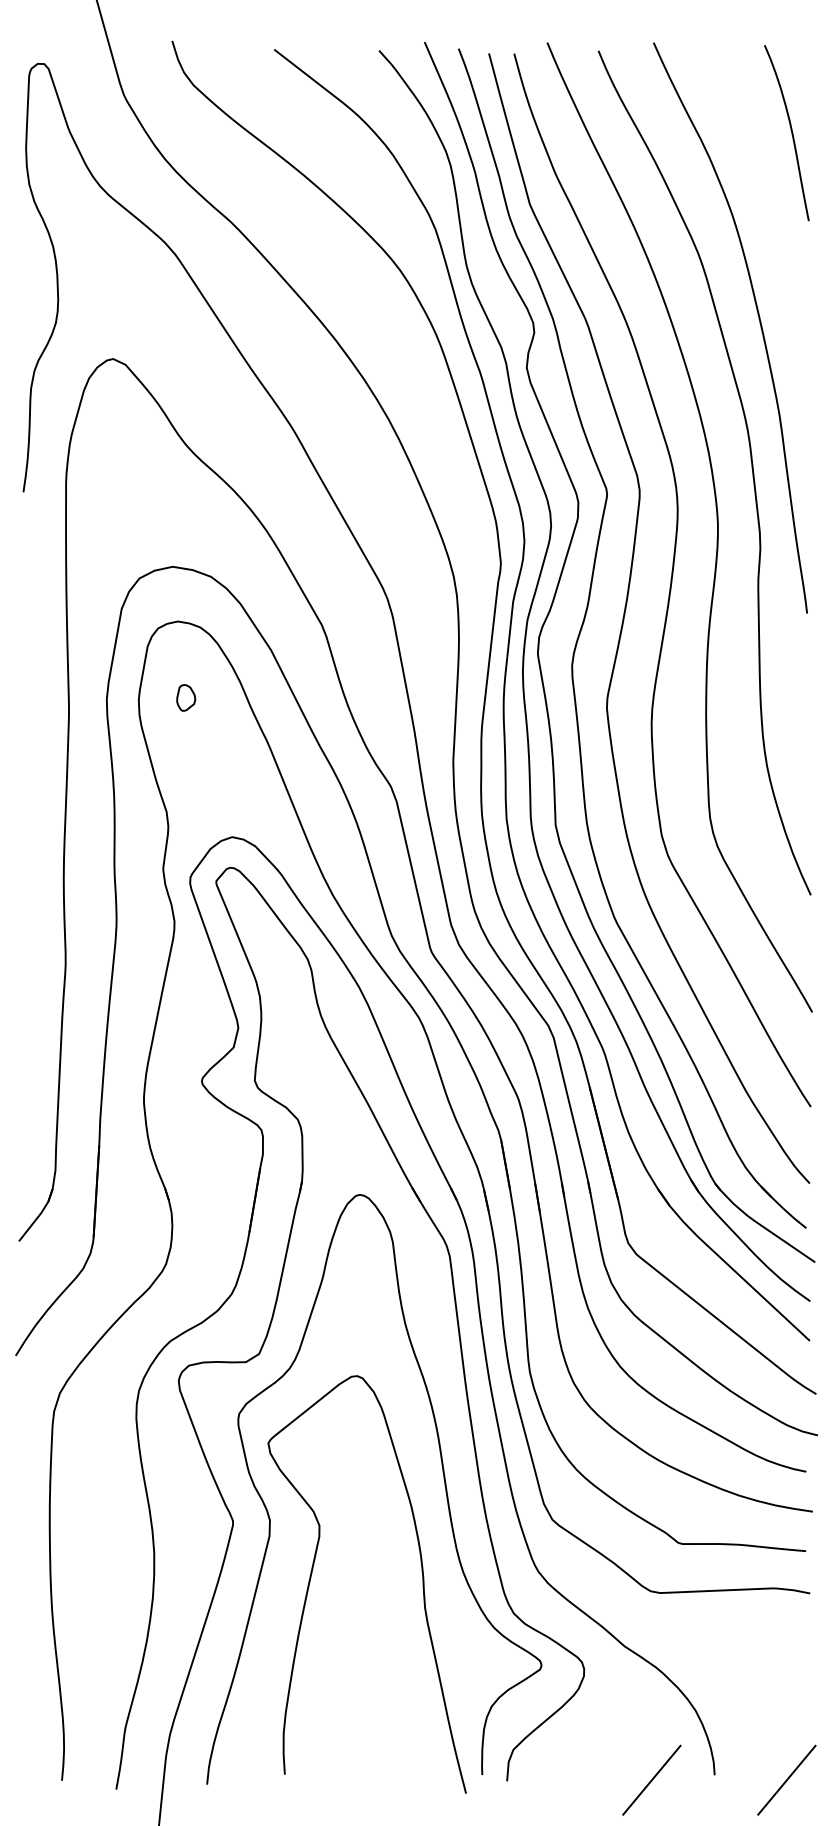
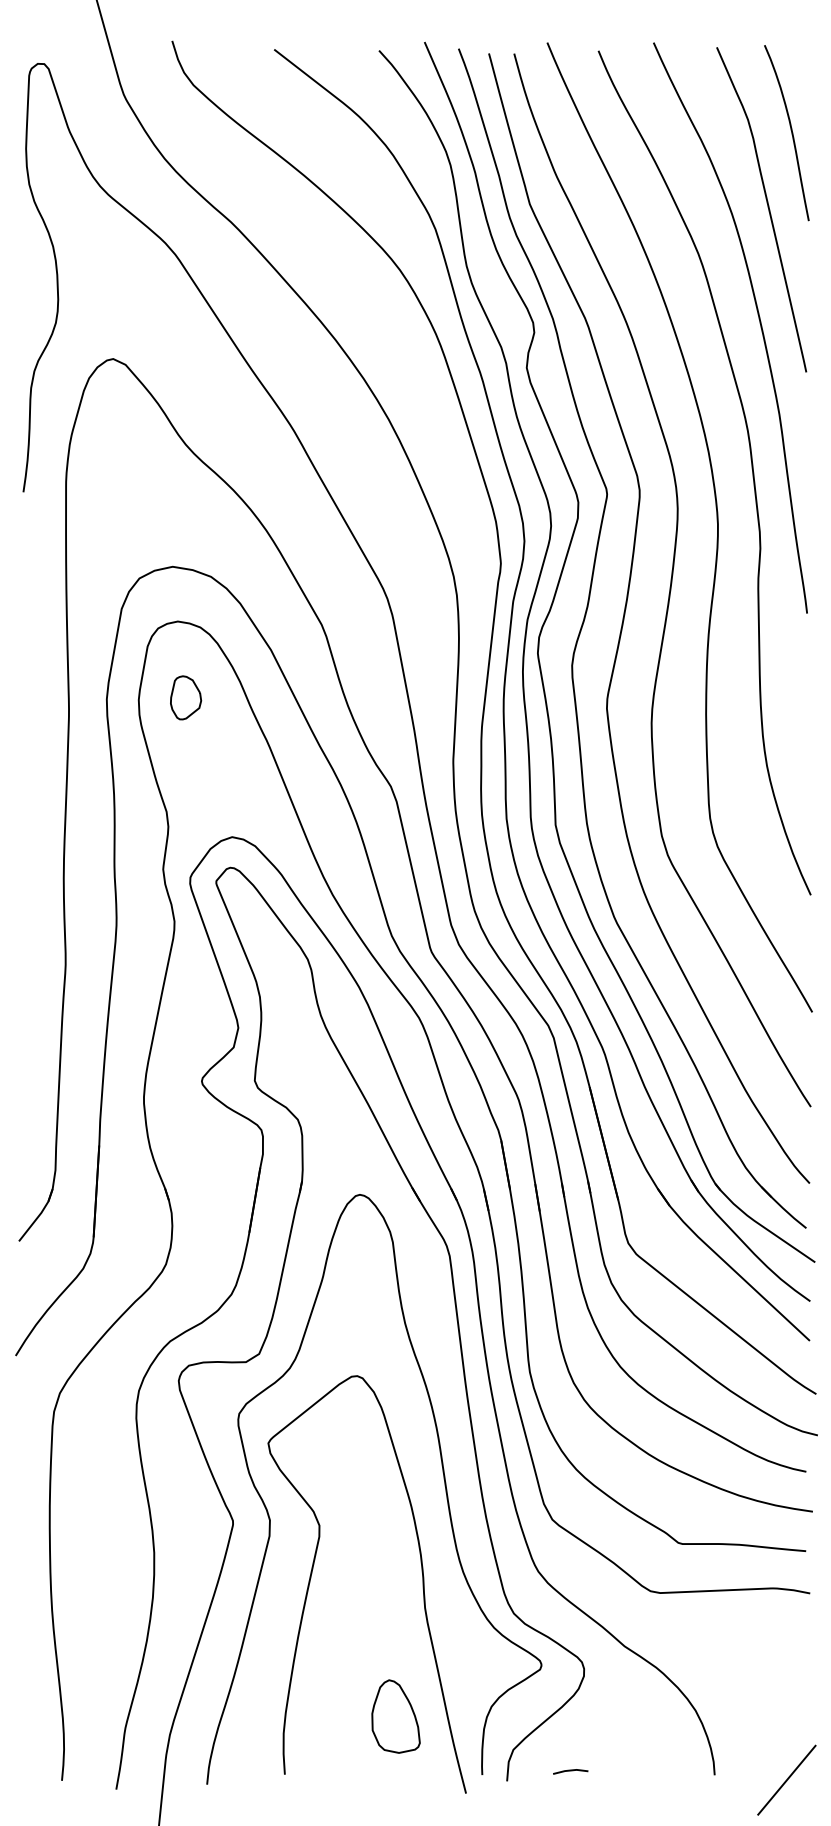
curve at (767, 207): none -> present
part at (186, 697) size: 21x28 px -> 33x46 px
part at (395, 1716): none -> present
line at (570, 1771): none -> present
line at (651, 1779): present -> none
